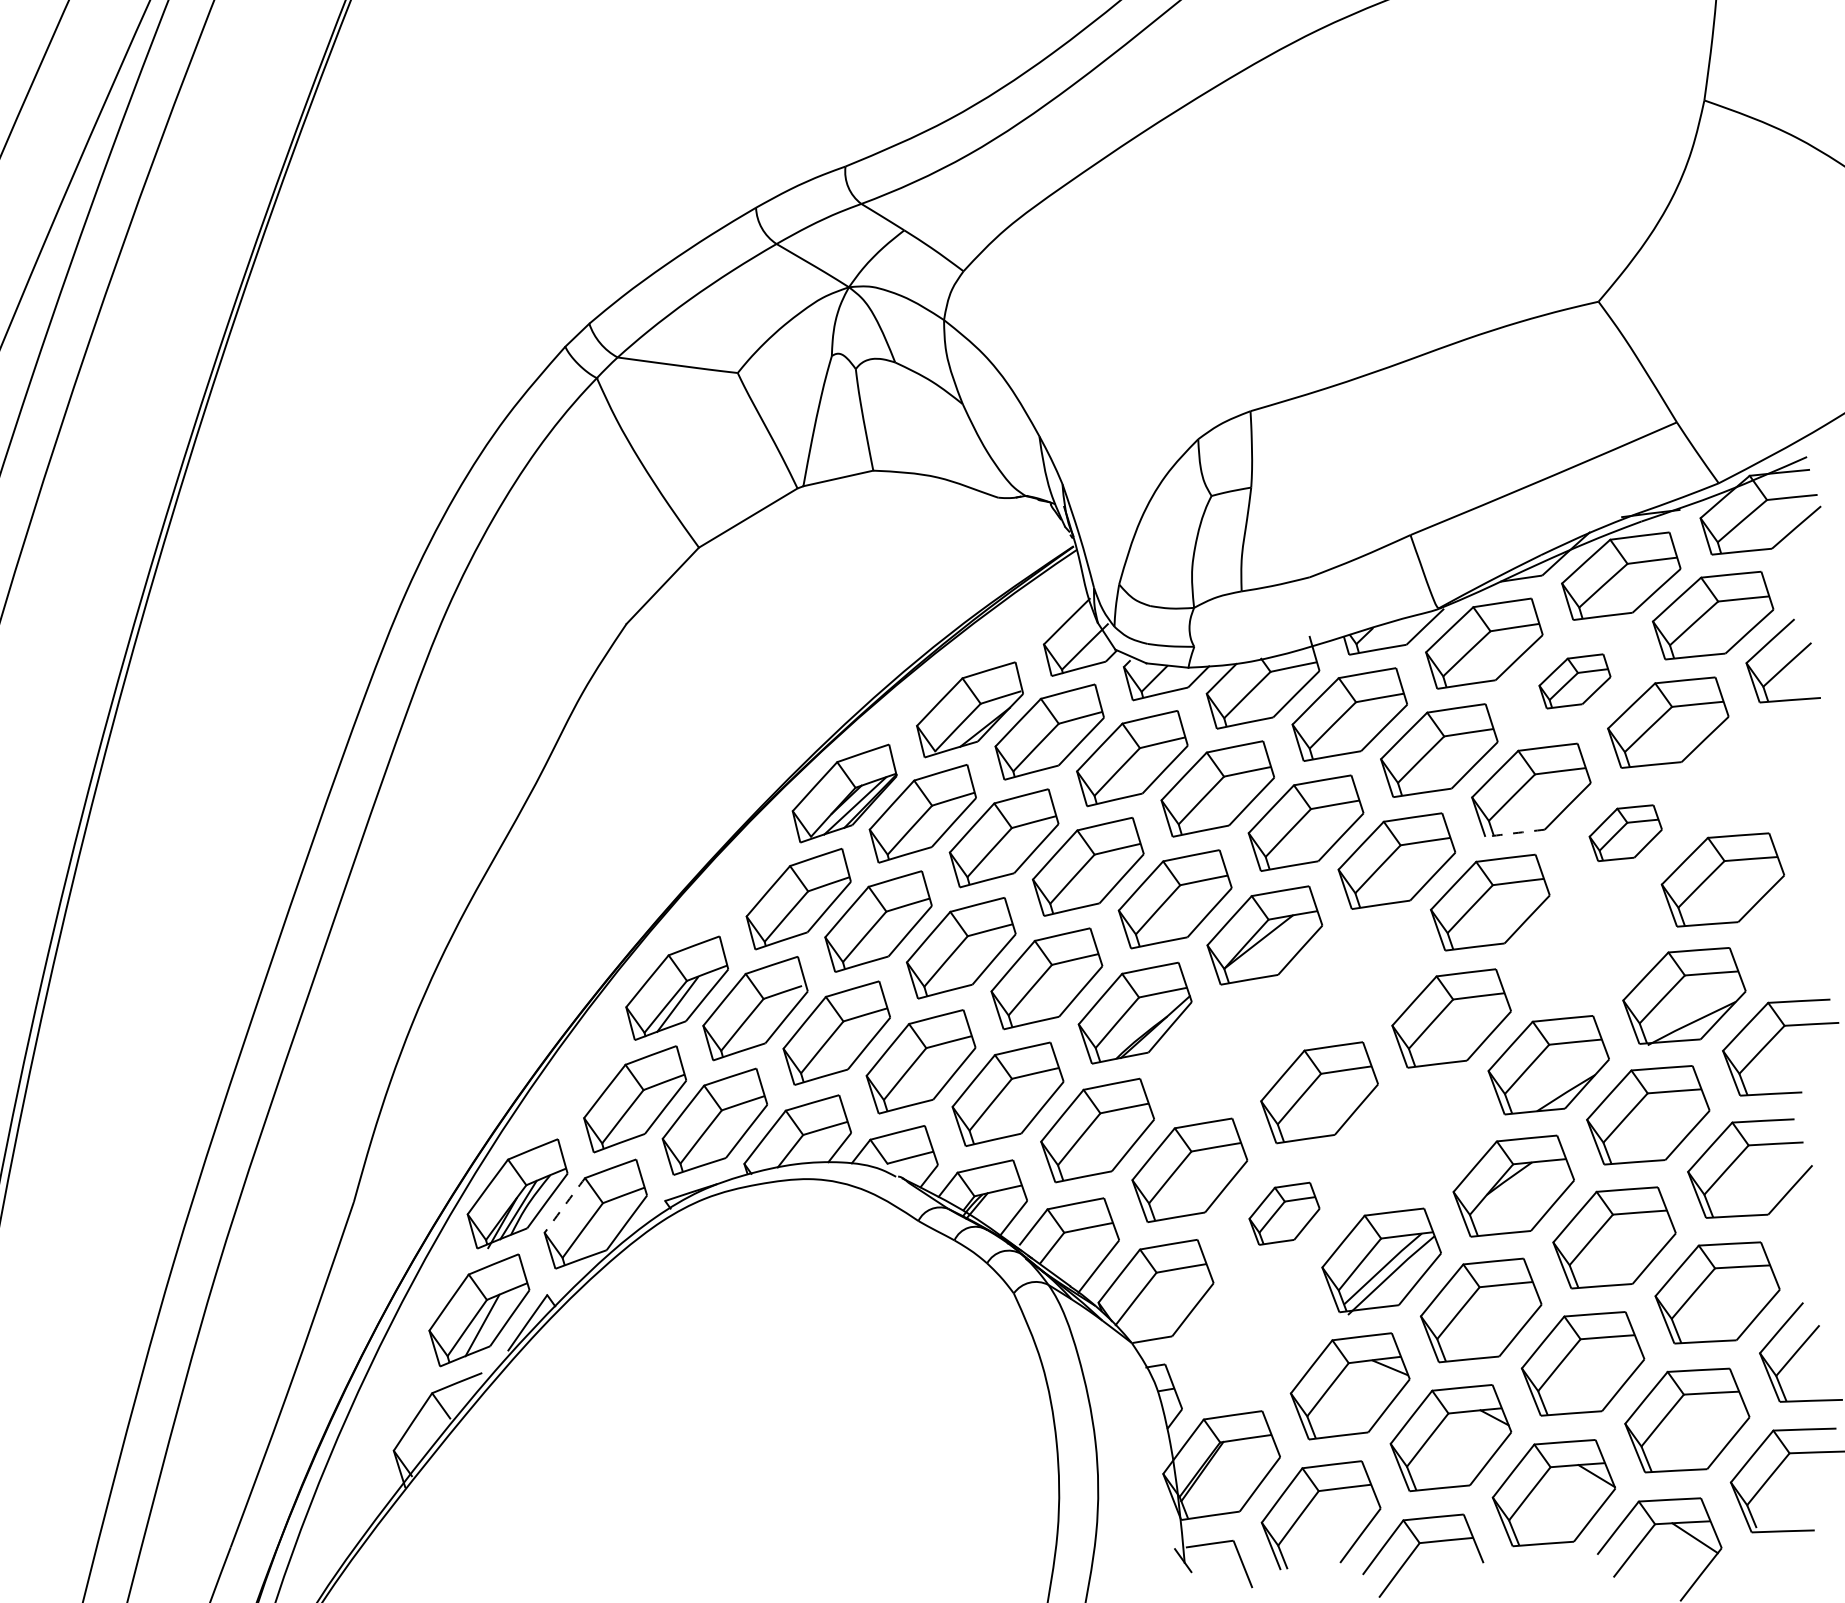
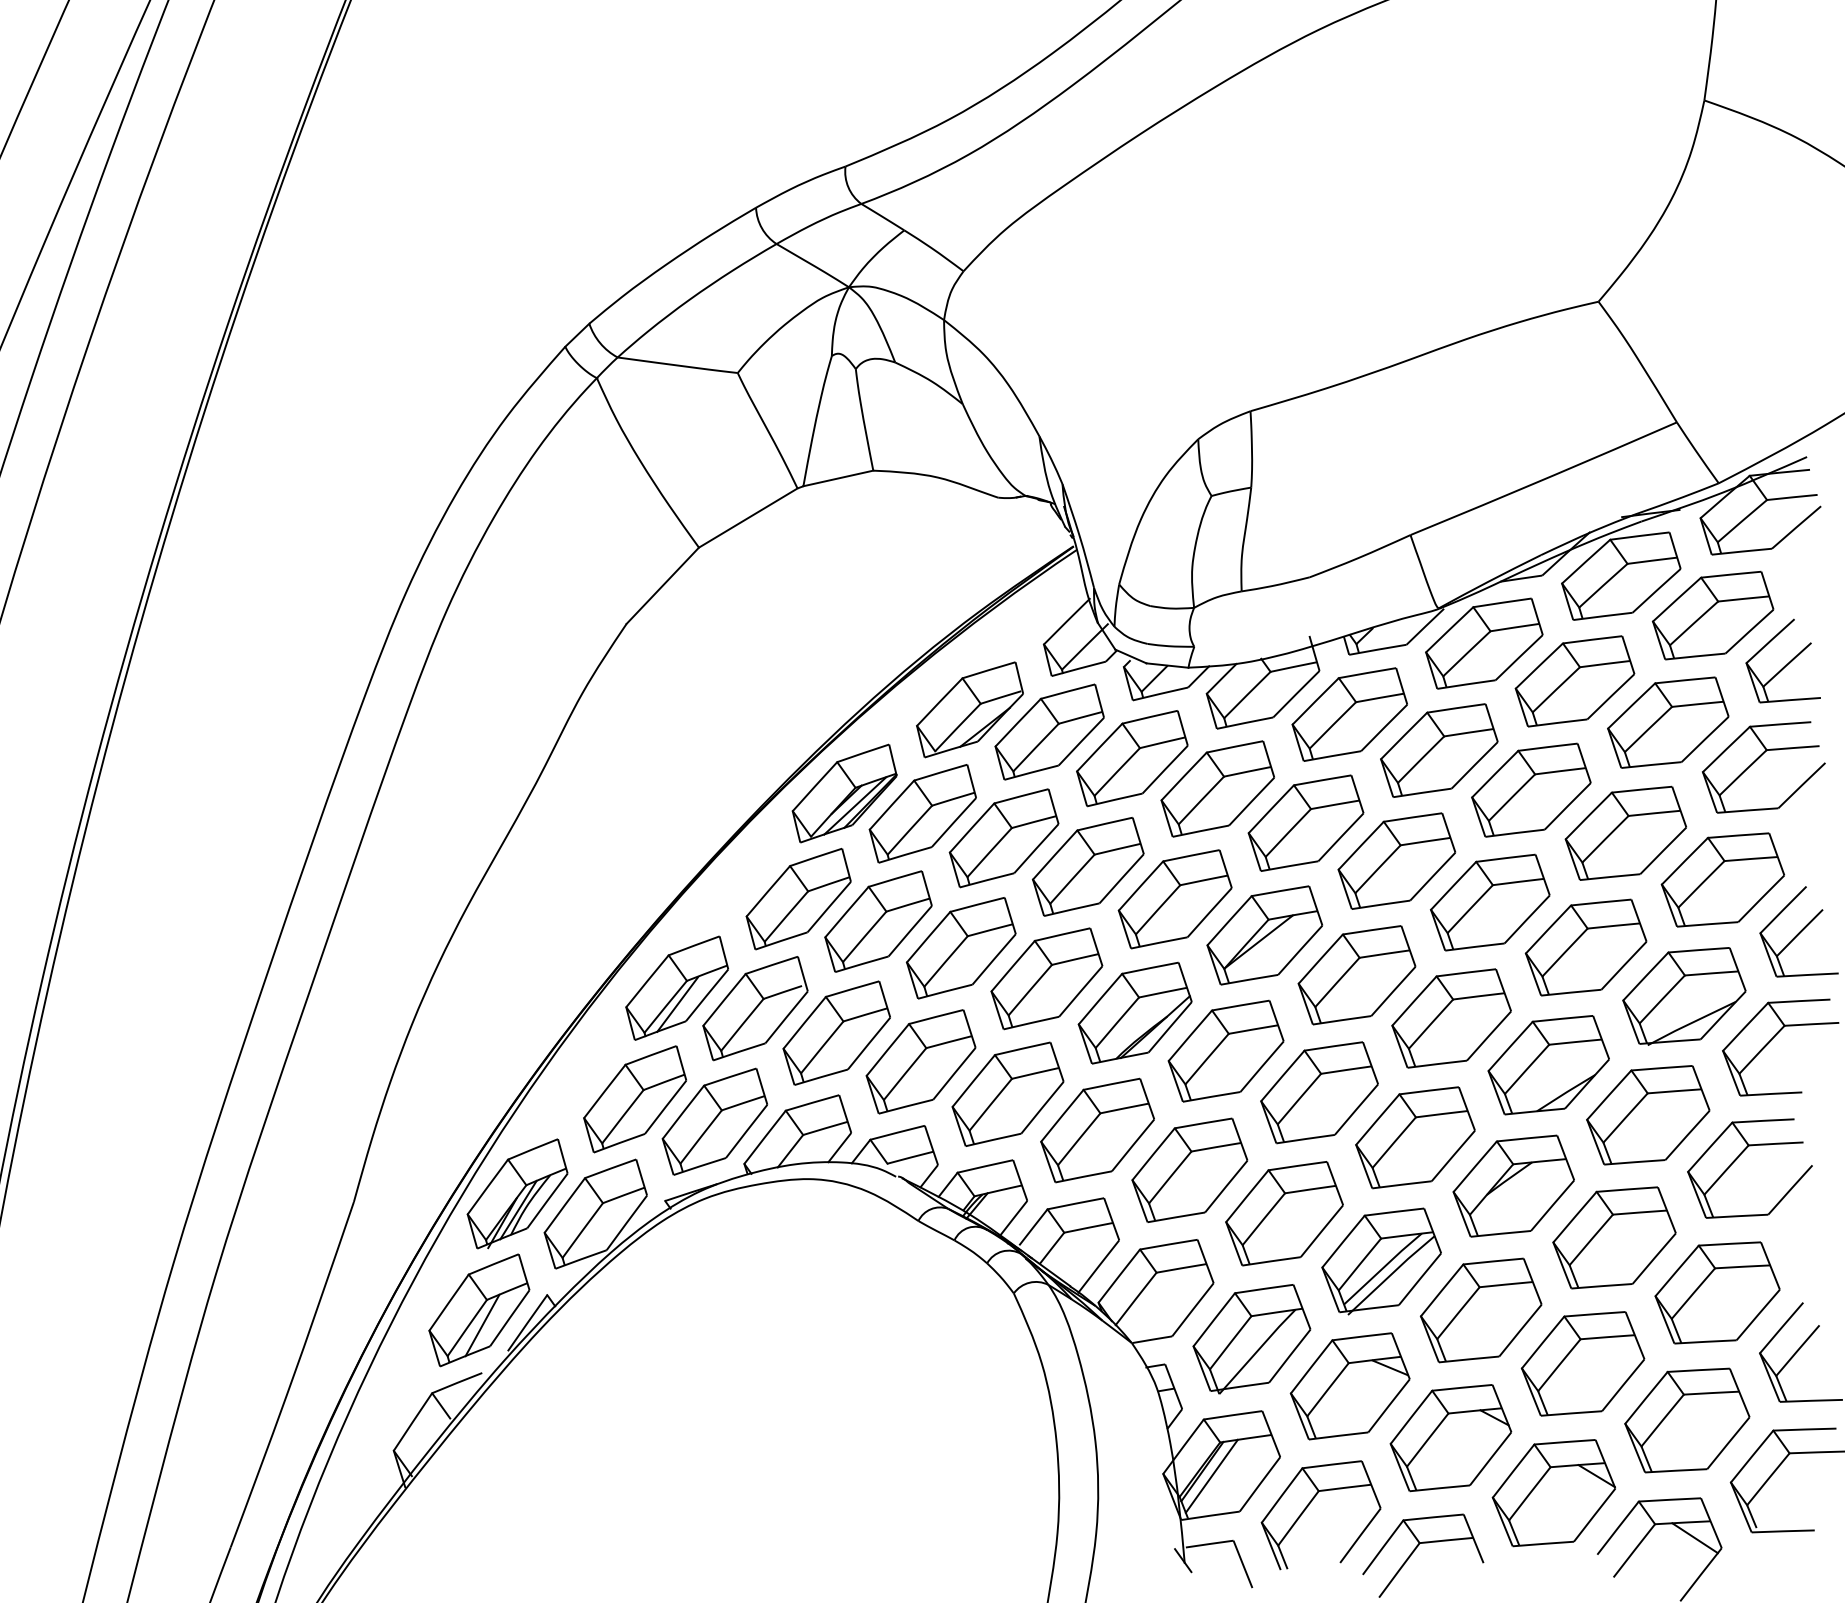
part at (1574, 681) size: 74x57 px -> 122x93 px
part at (1757, 760): none -> present
arc at (1515, 833): dashed -> solid
part at (1625, 833) size: 75x59 px -> 123x96 px
part at (1798, 931): none -> present
part at (1585, 947): none -> present
part at (1356, 975): none -> present
part at (1225, 1050): none -> present
part at (1415, 1137): none -> present
arc at (564, 1205): dashed -> solid
part at (1284, 1213) size: 73x65 px -> 119x106 px
part at (1251, 1339): none -> present
line at (1211, 1475): none -> present
